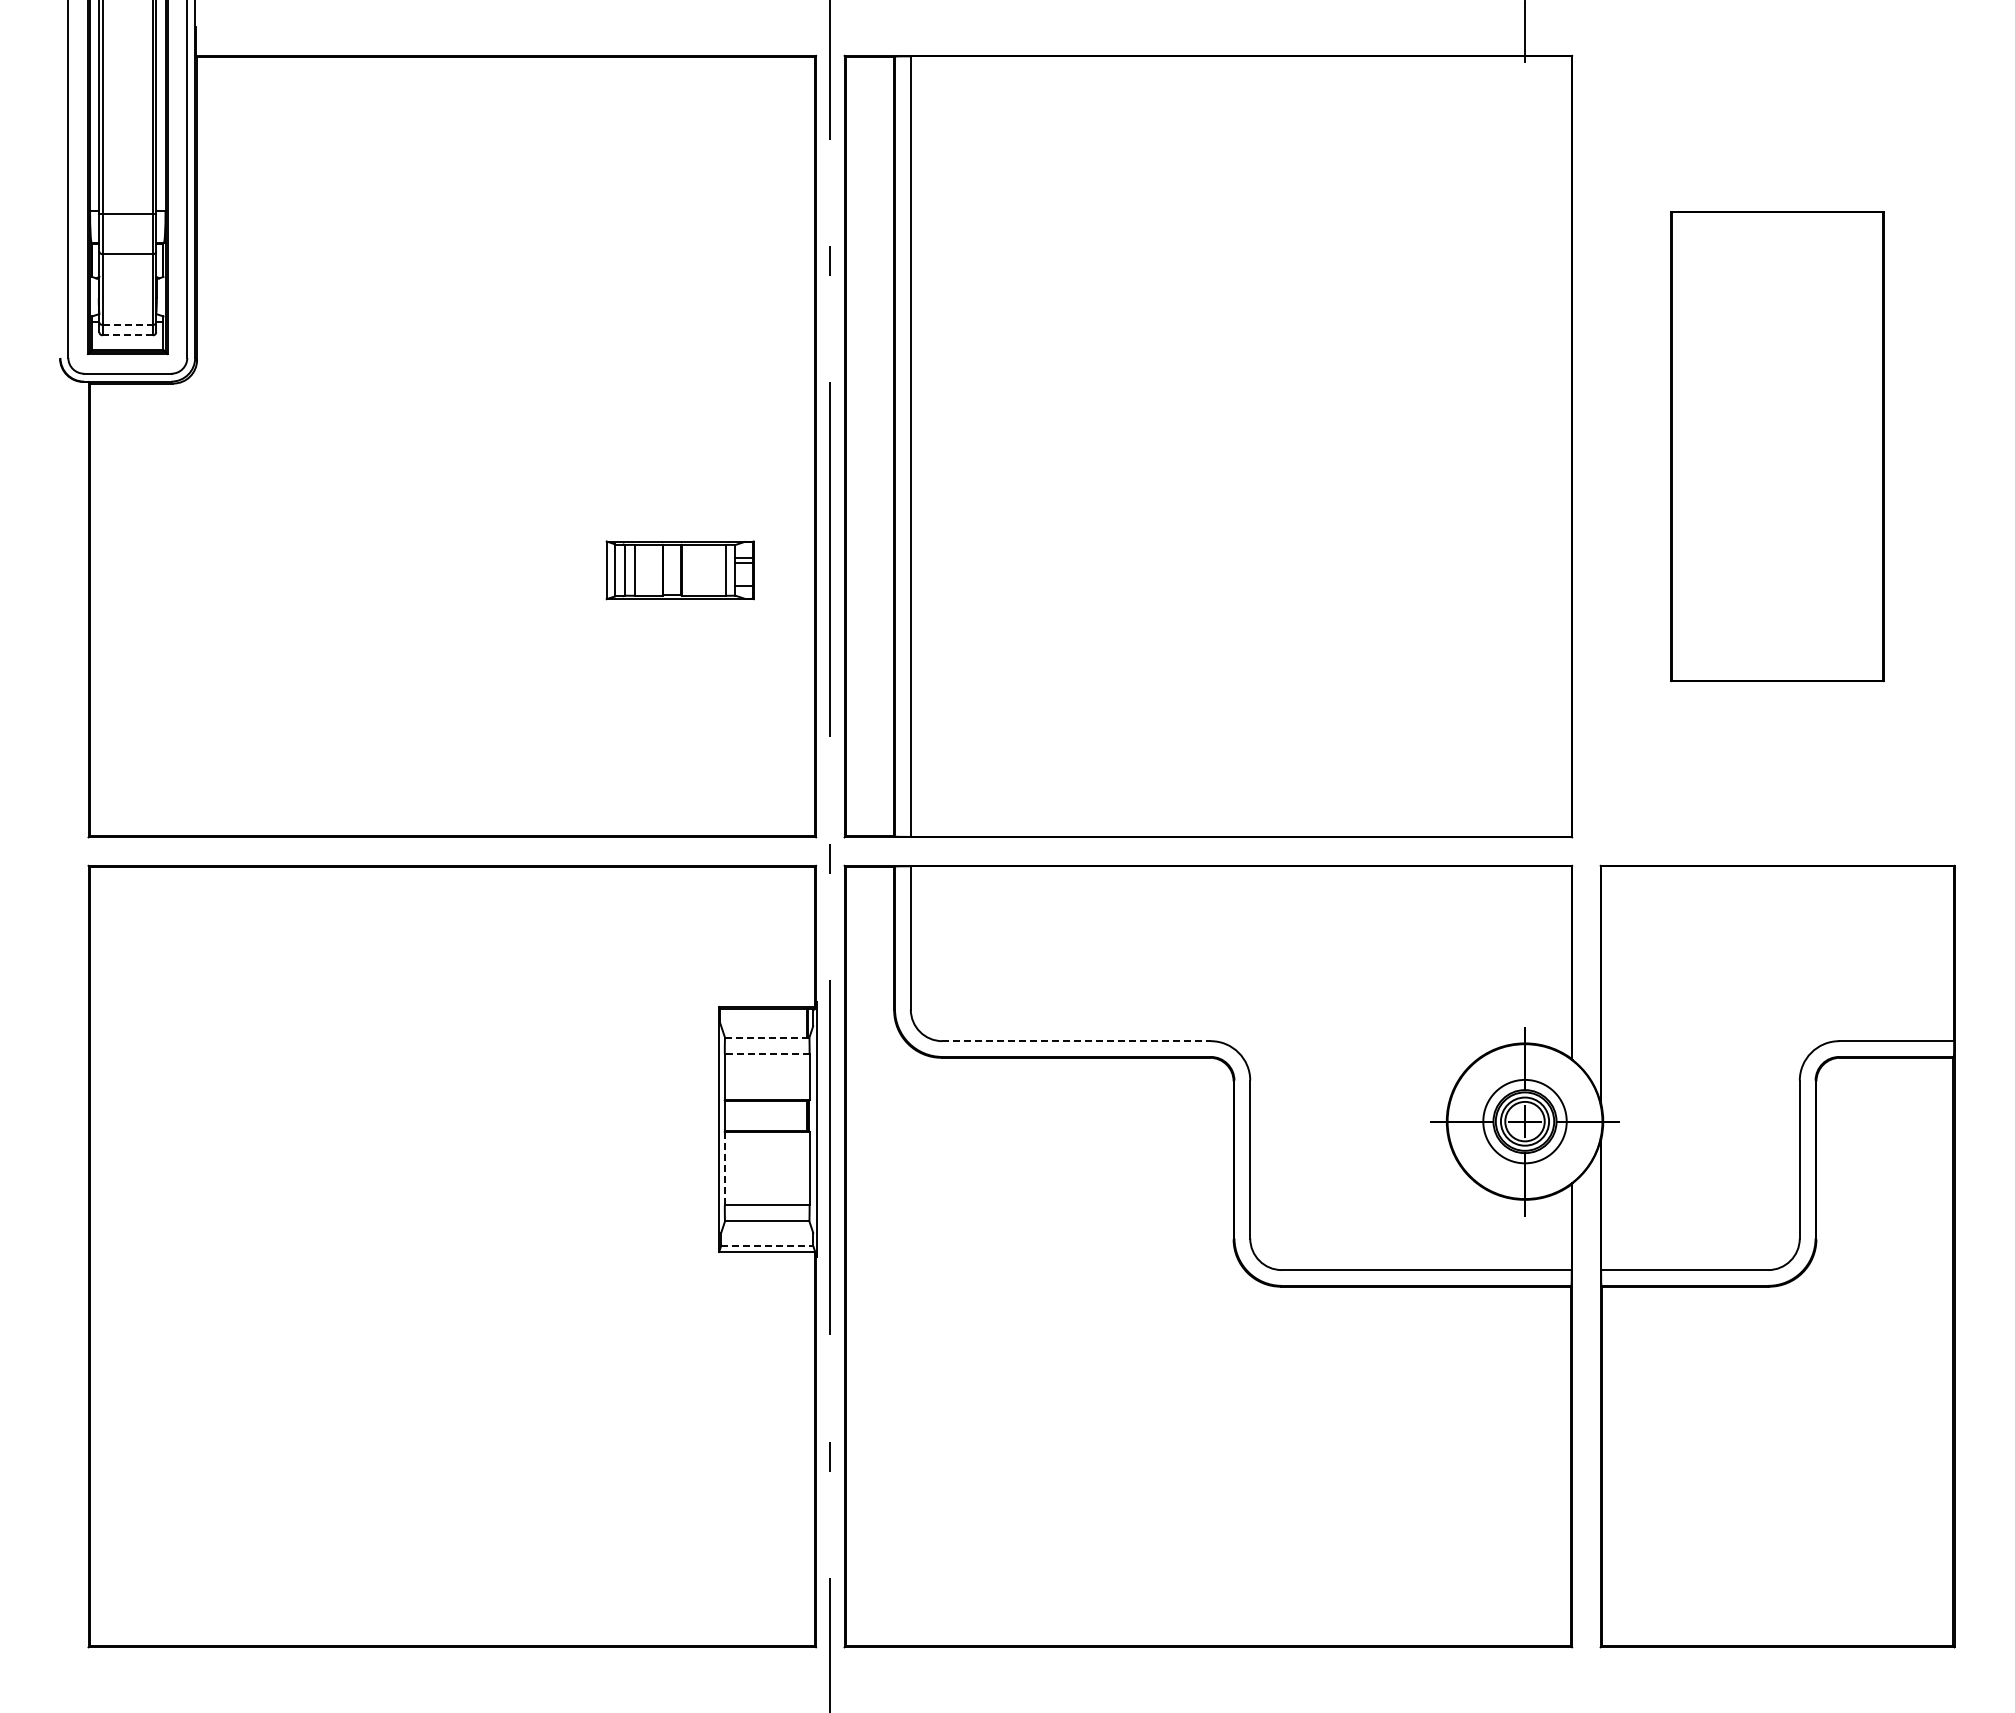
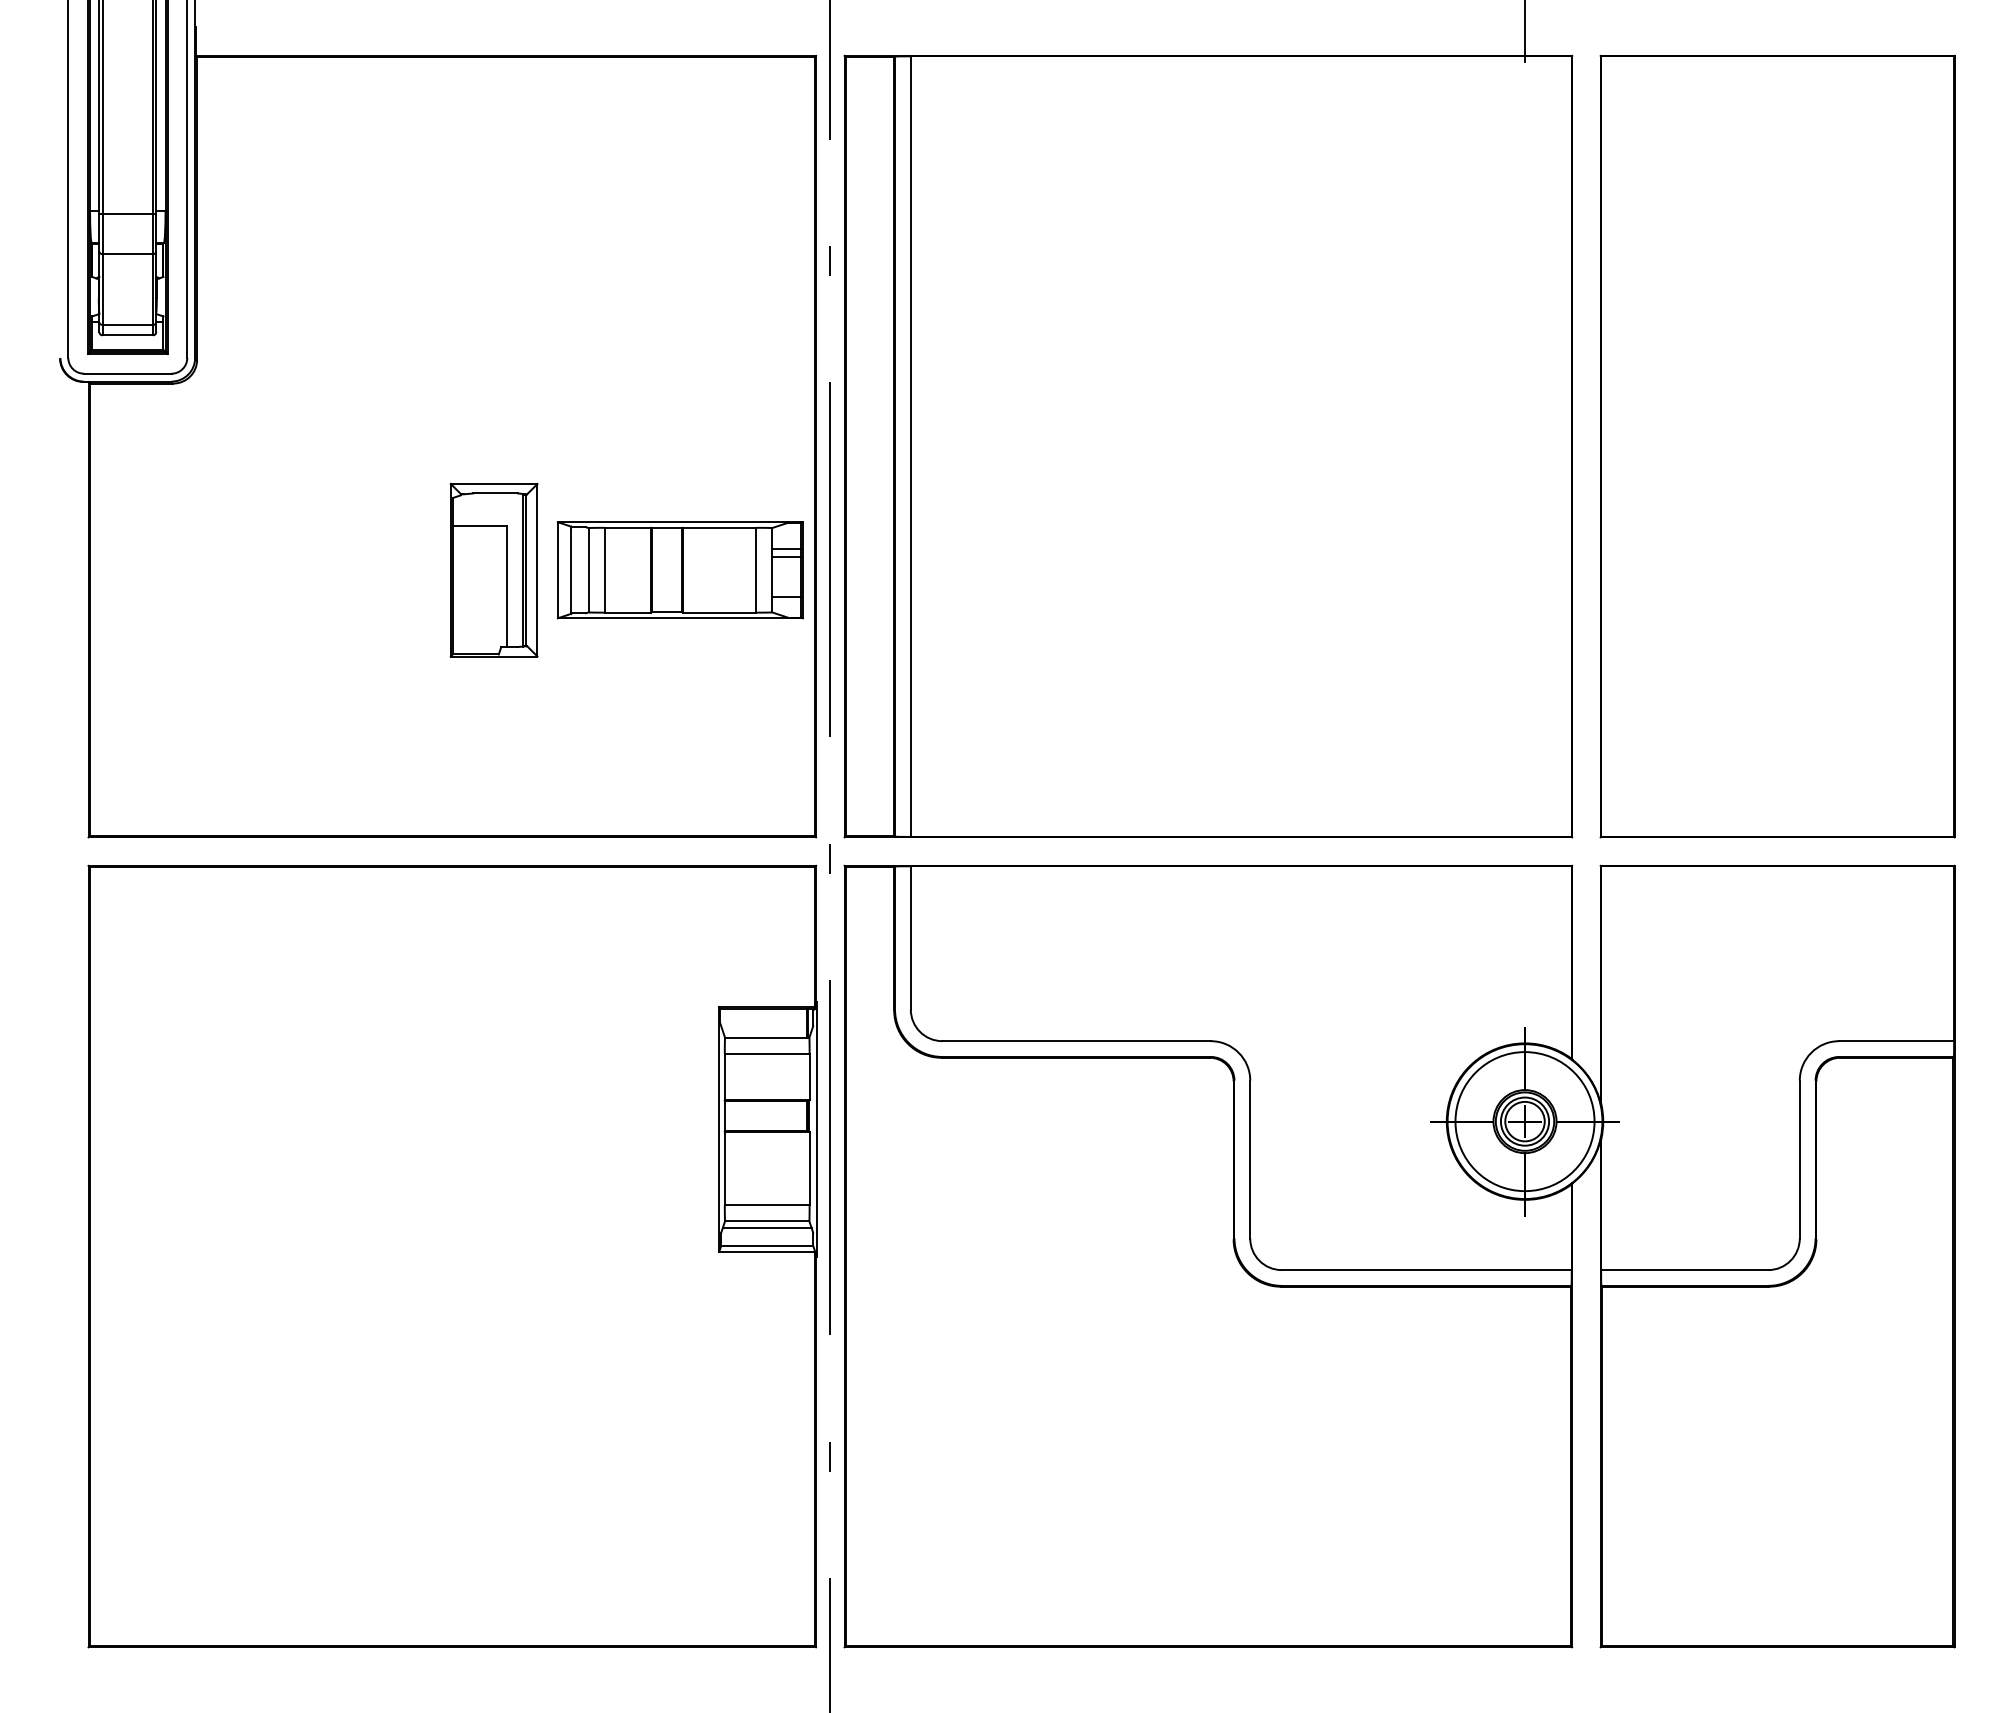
line at (128, 324): dashed -> solid
line at (127, 335): dashed -> solid
part at (1777, 446) size: 215x472 px -> 357x785 px
part at (493, 569): none -> present
part at (679, 570) size: 150x61 px -> 248x99 px
line at (766, 1037): dashed -> solid
line at (1077, 1041): dashed -> solid
line at (766, 1053): dashed -> solid
circle at (1524, 1121) diameter: 83 px -> 139 px
line at (724, 1168): dashed -> solid
line at (766, 1228): none -> present
line at (767, 1245): dashed -> solid
